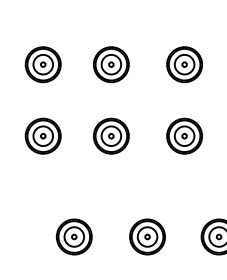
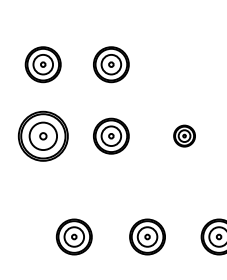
part at (184, 64): present -> none
part at (42, 135) size: 38x38 px -> 52x52 px
part at (184, 135) size: 37x38 px -> 23x24 px
